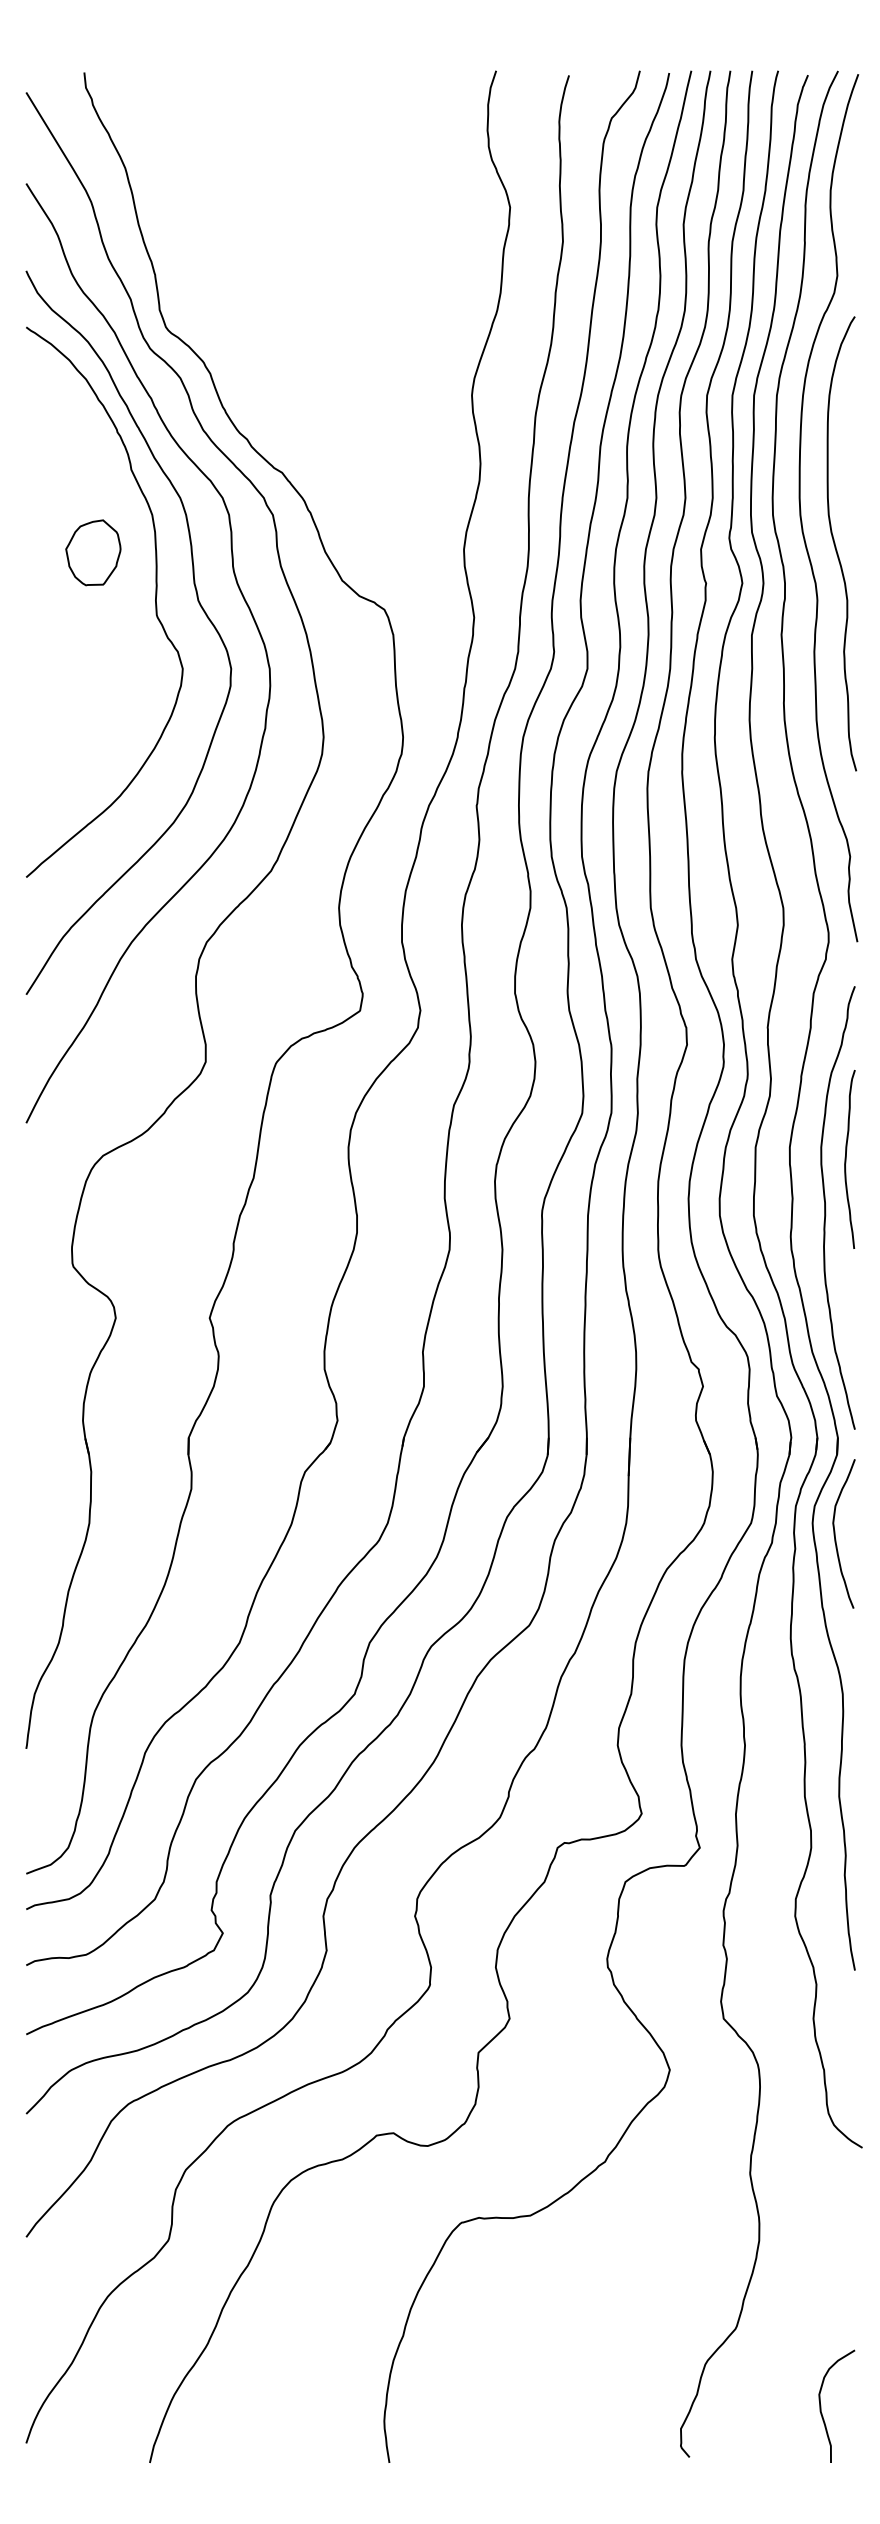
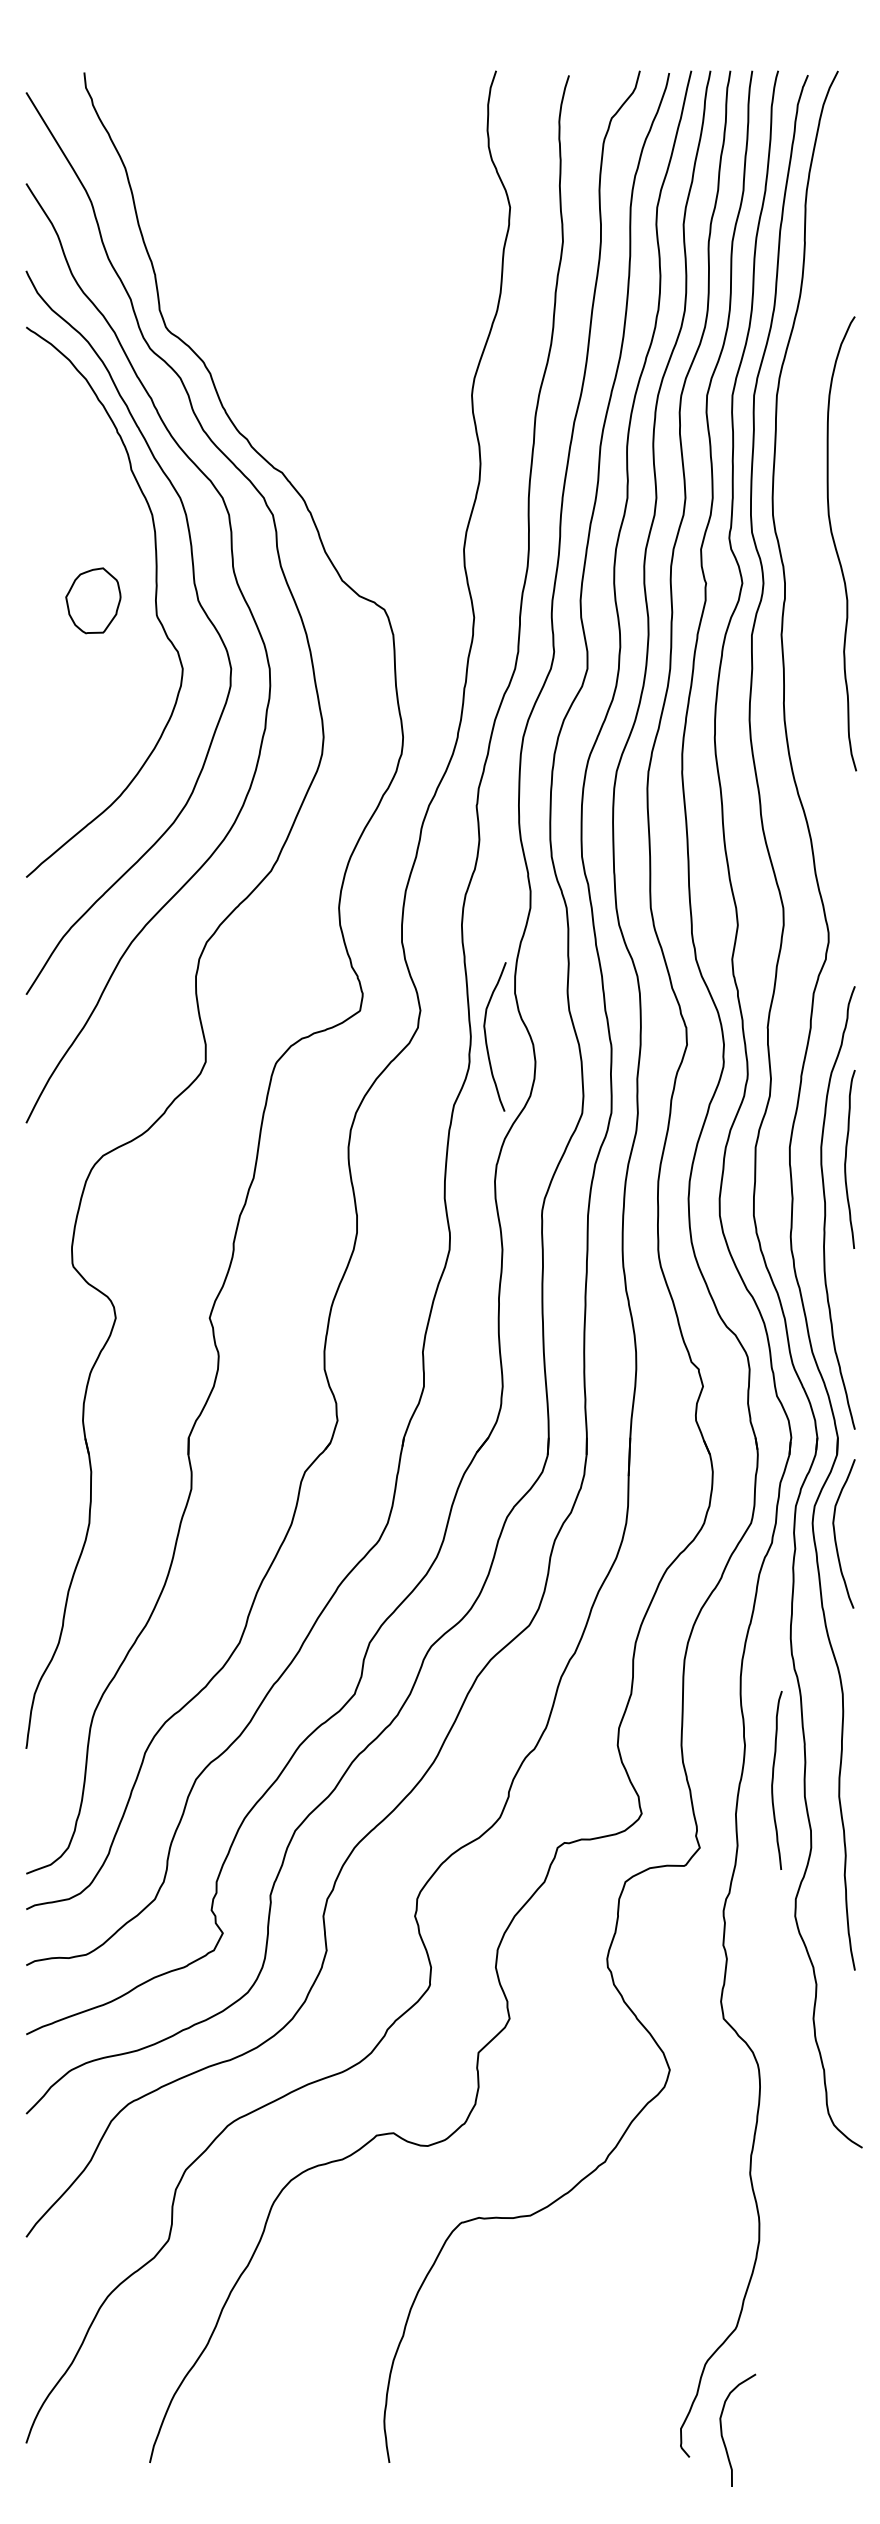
curve at (801, 509): present -> none
part at (93, 552) position: (93, 552) -> (93, 600)
curve at (486, 1036): none -> present
curve at (773, 1780): none -> present
curve at (821, 2405) position: (821, 2405) -> (722, 2429)
